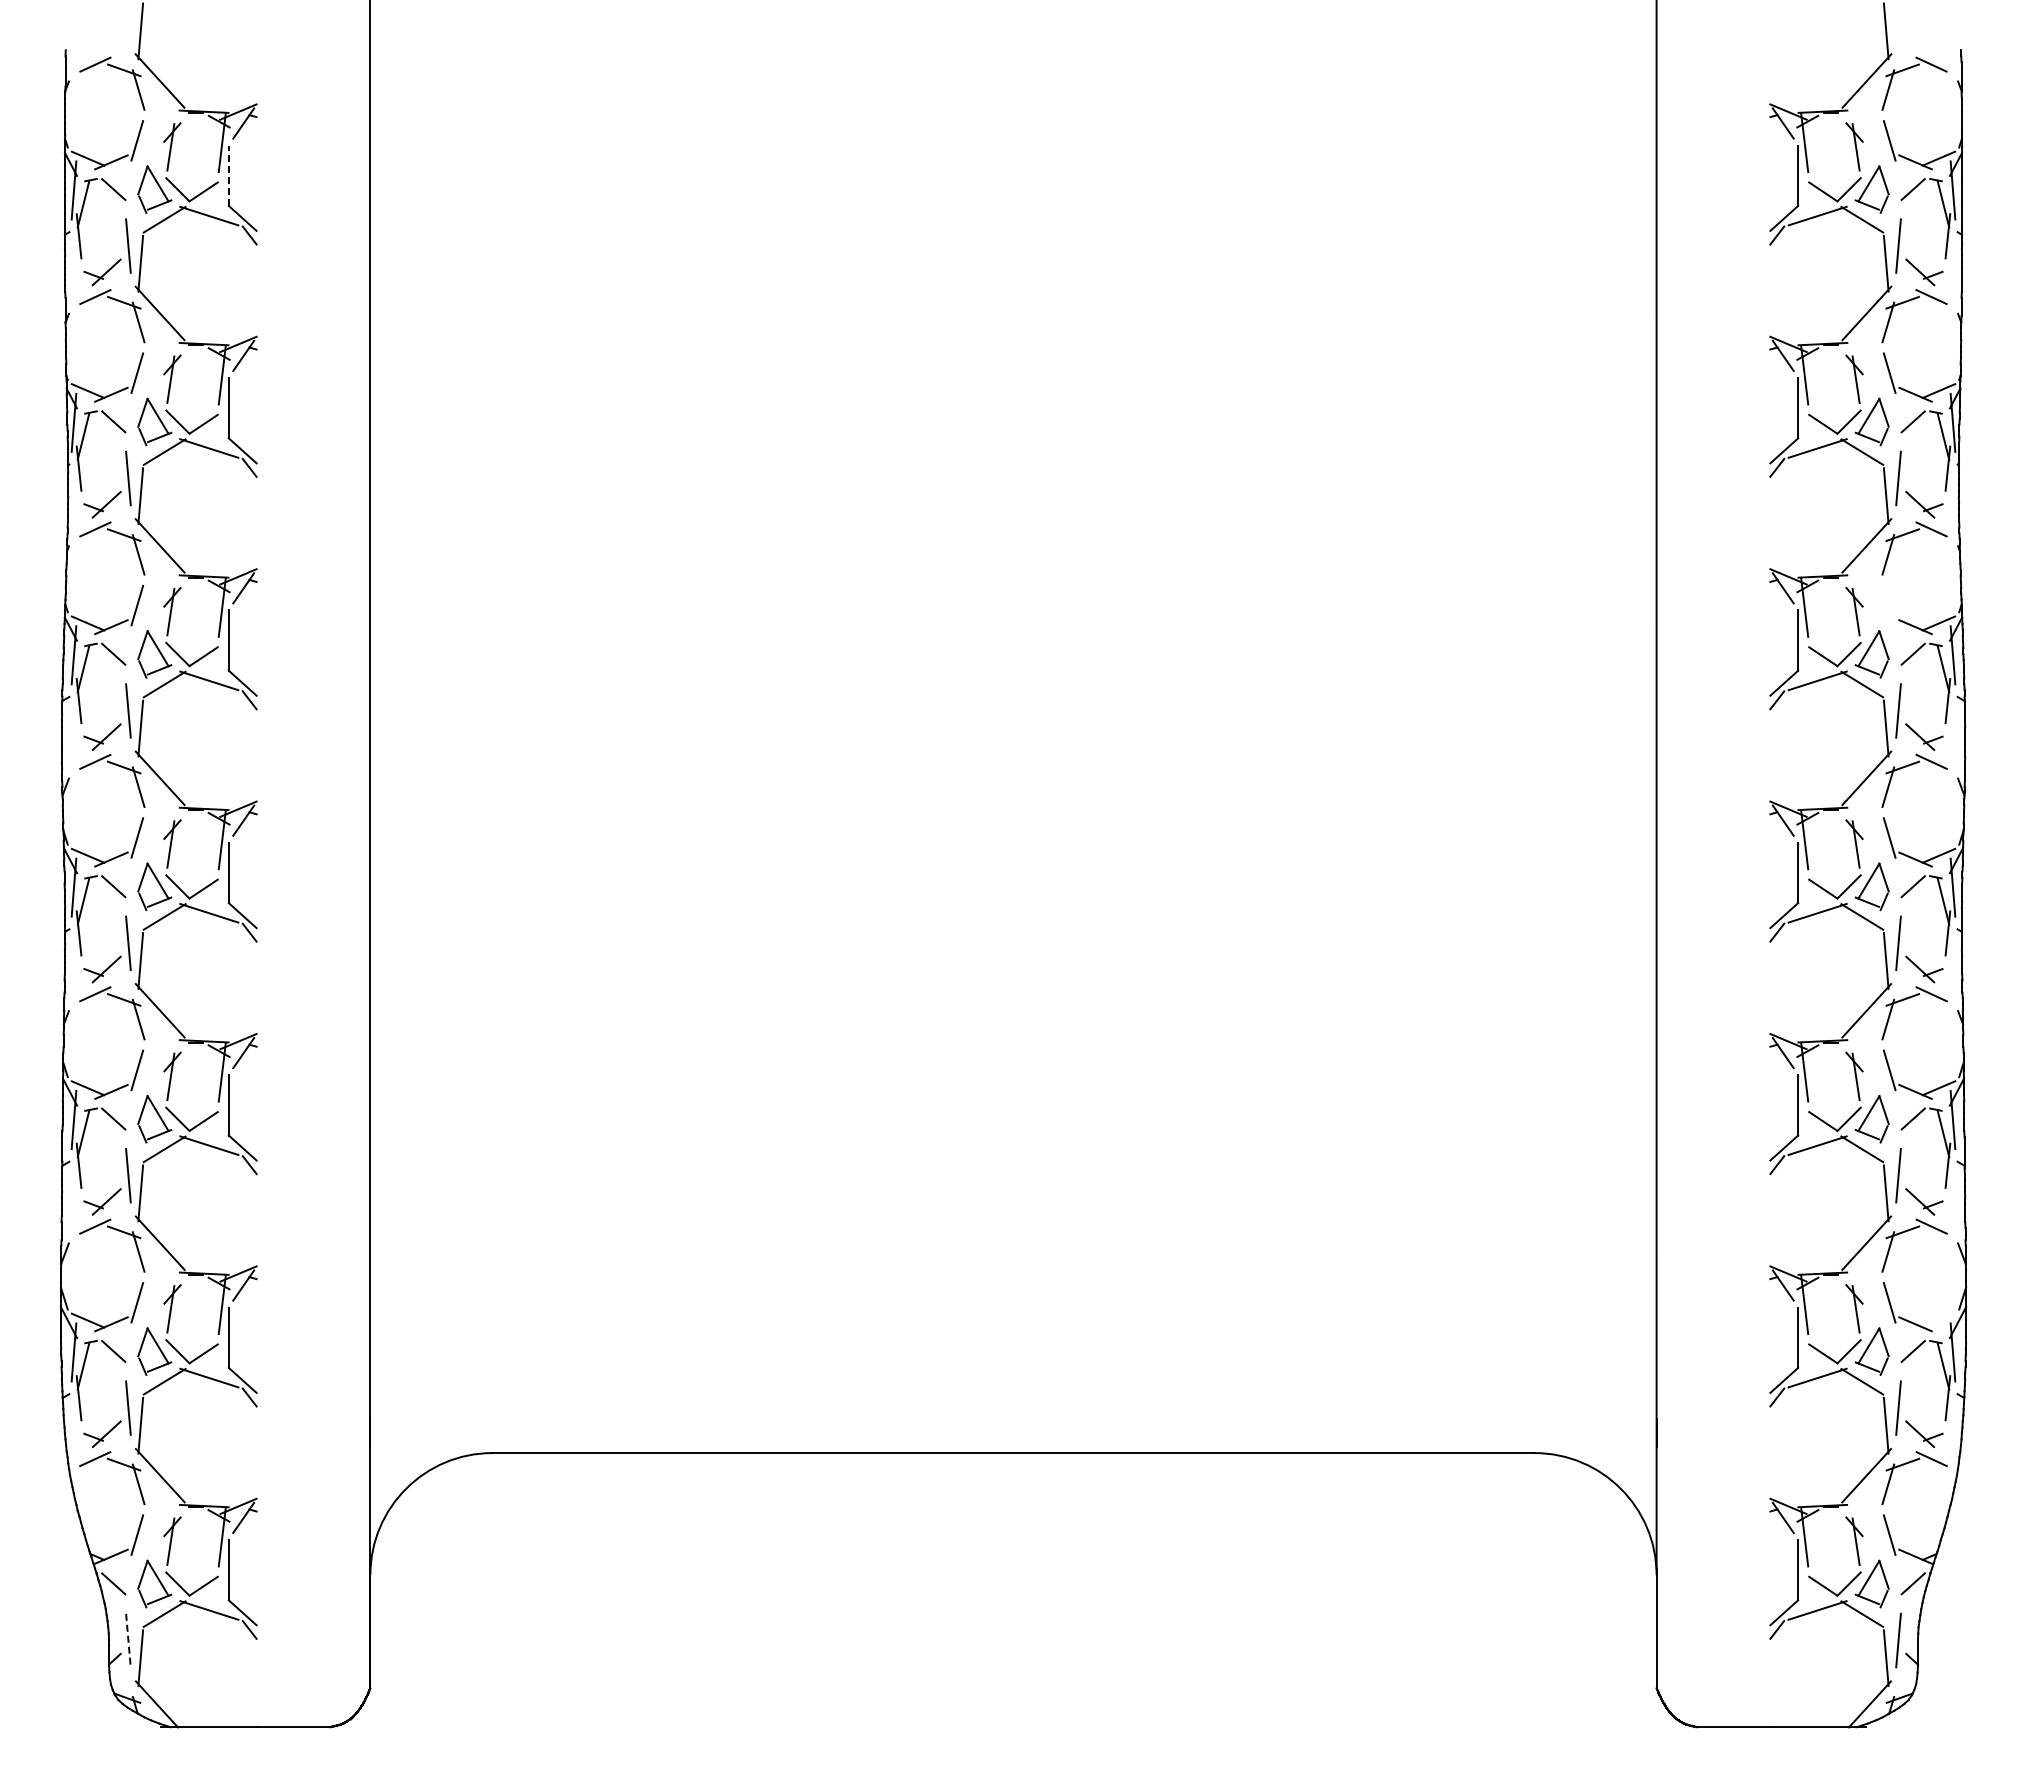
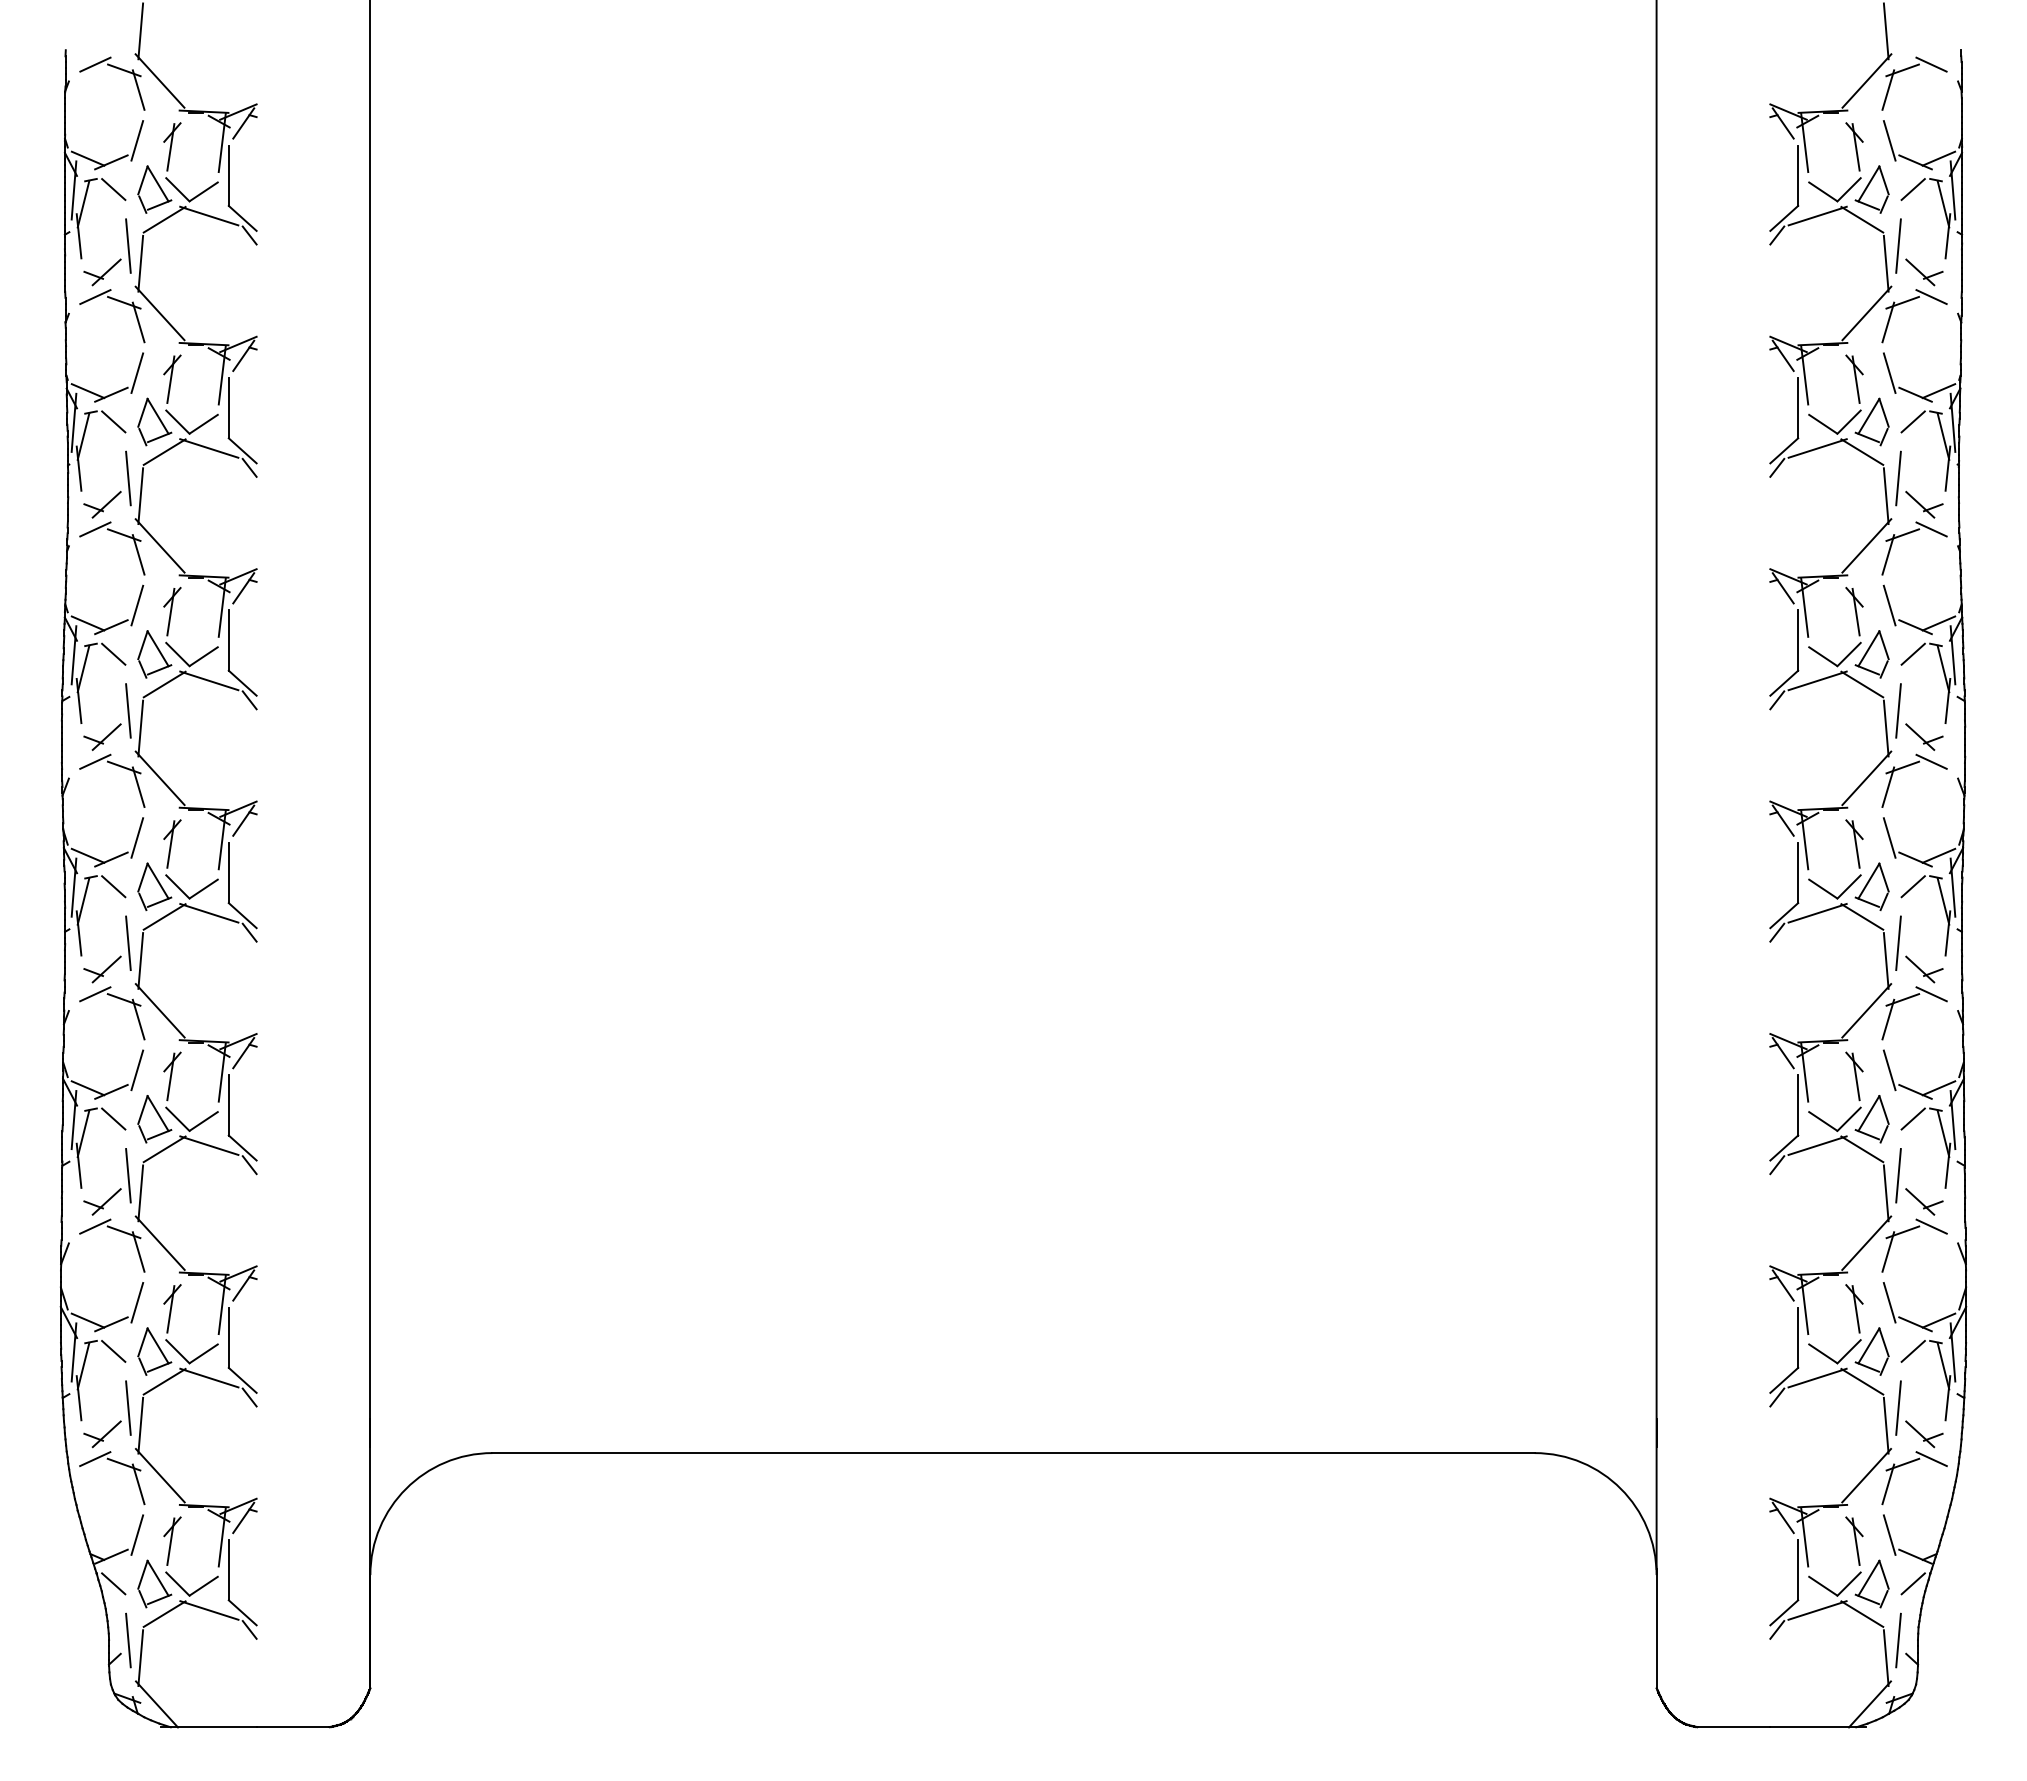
line at (229, 175): dashed -> solid
line at (1889, 605): none -> present
line at (1938, 1320): none -> present
line at (128, 1640): dashed -> solid
